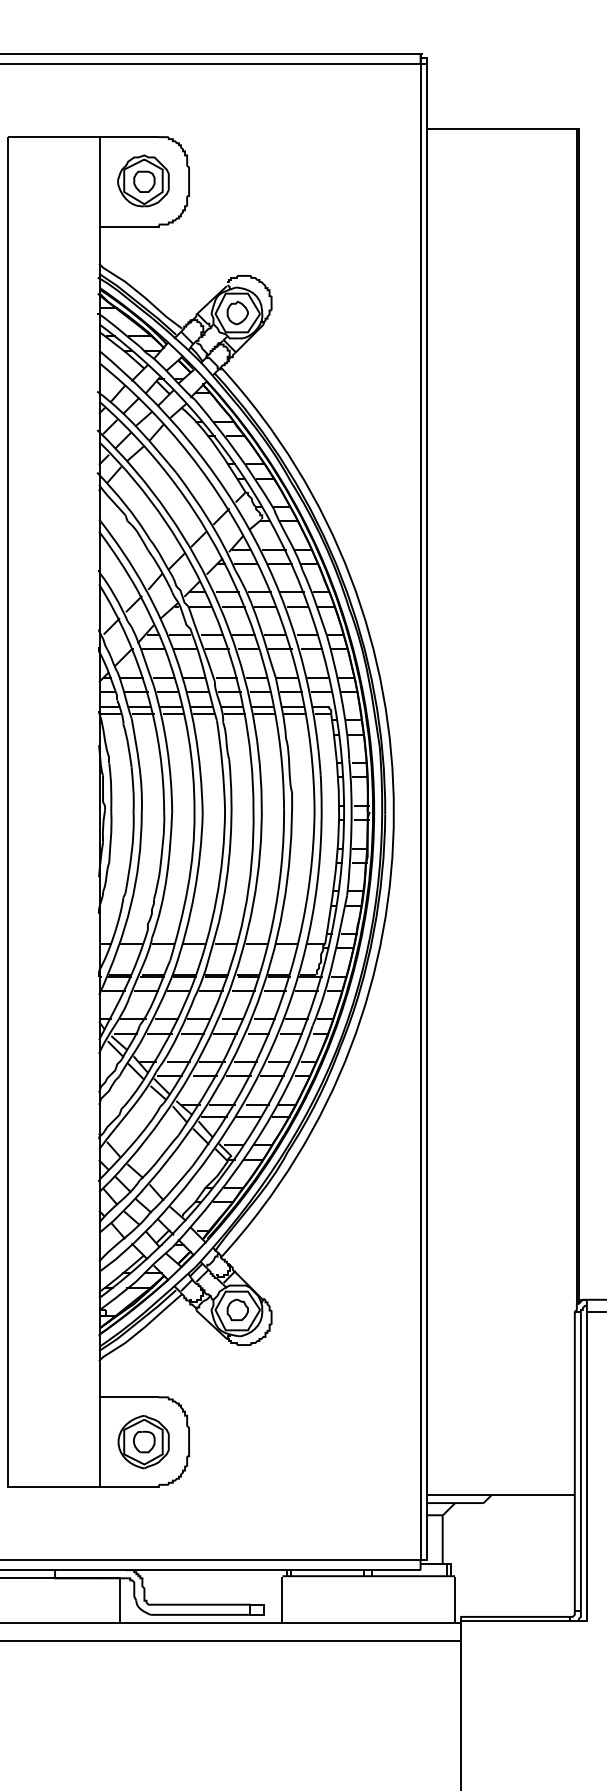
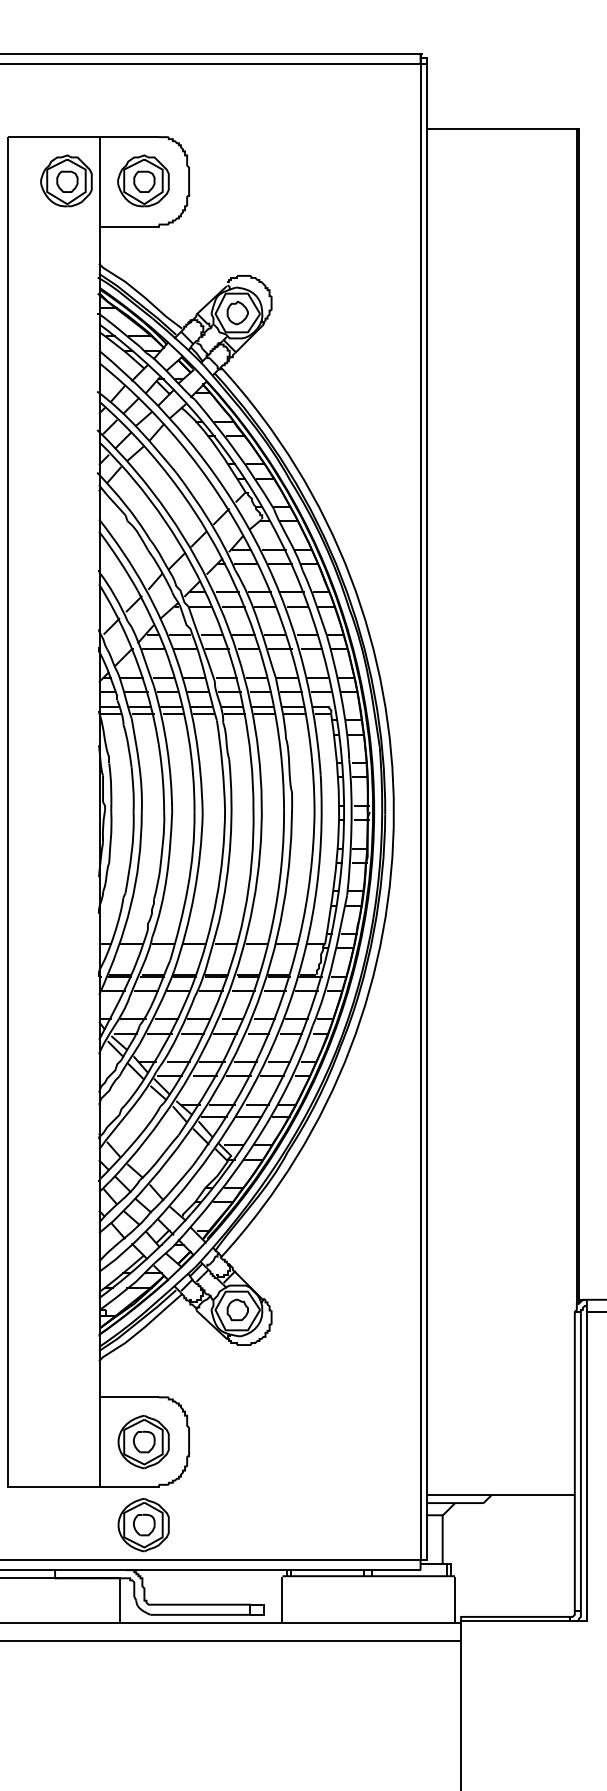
part at (66, 180): none -> present
part at (143, 1525): none -> present
